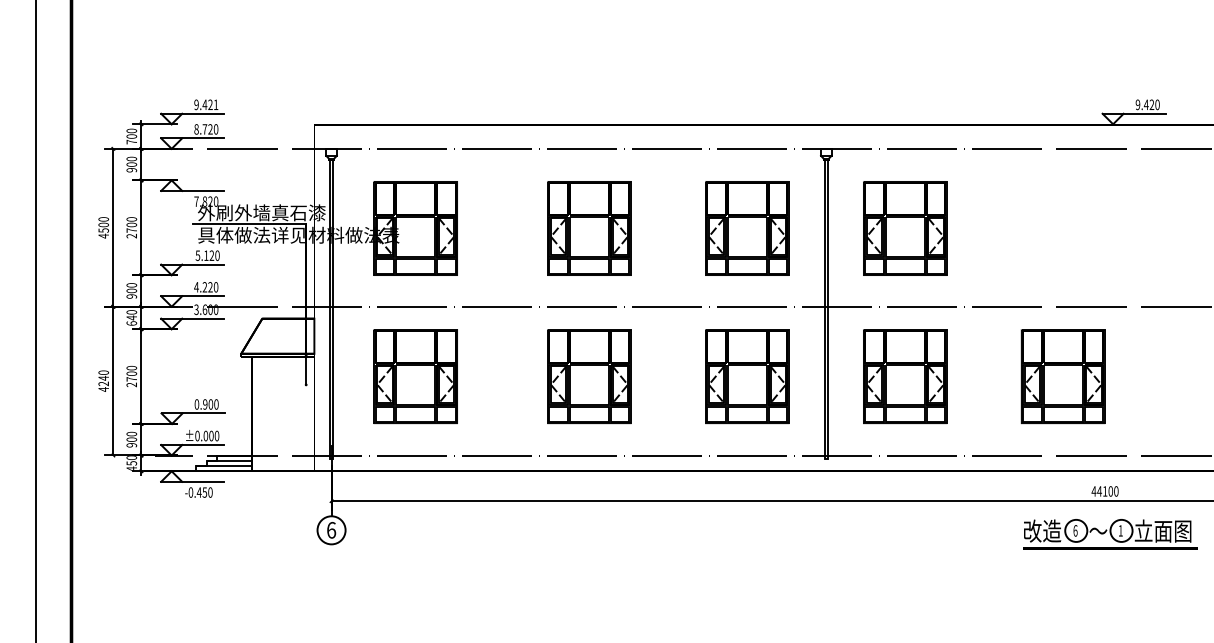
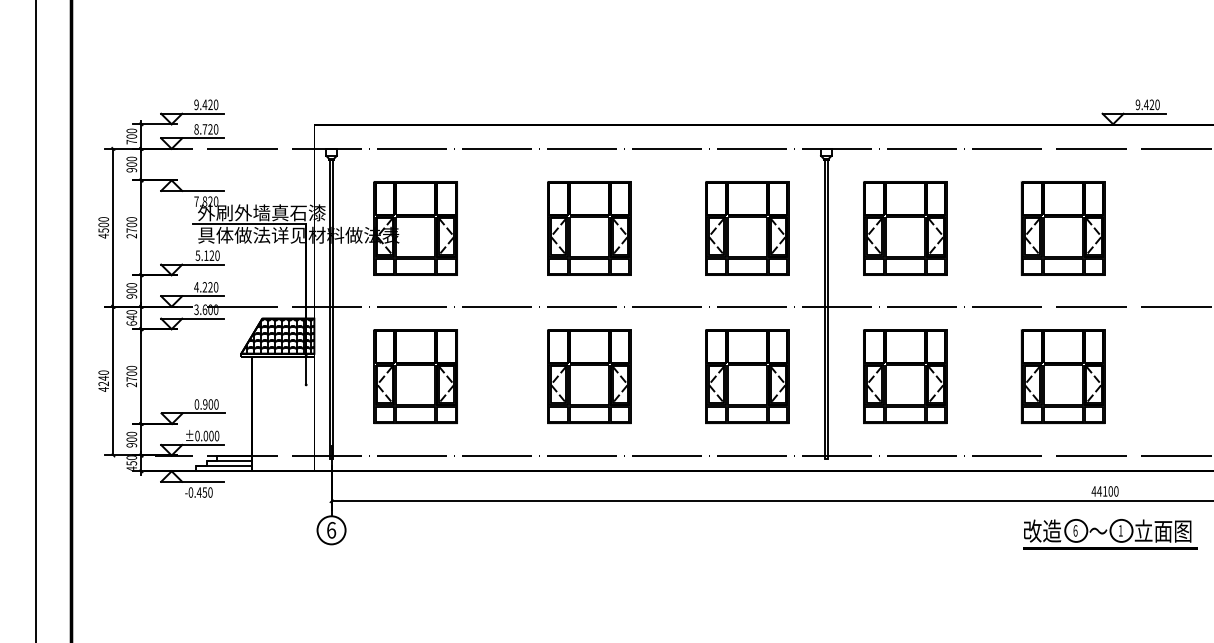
text at (215, 104): 9.421 -> 9.420
part at (1062, 228): none -> present
hatch at (279, 335): none -> present
